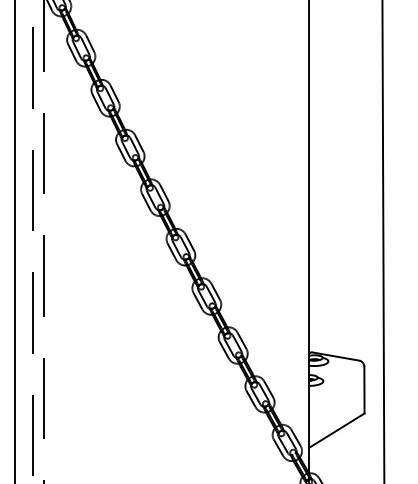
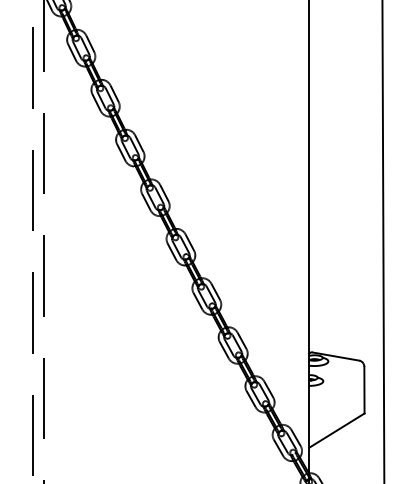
line at (15, 241): present -> none
